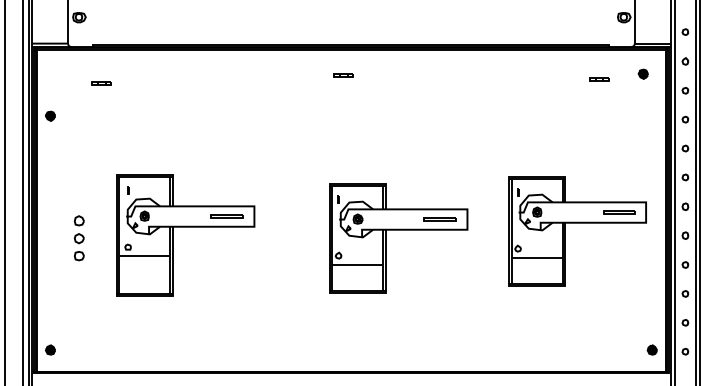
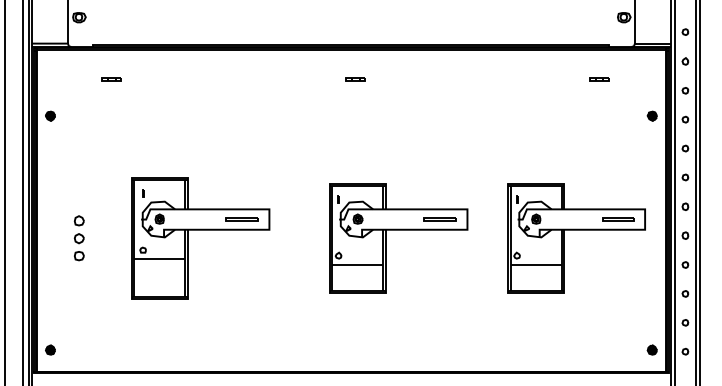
part at (642, 73) position: (642, 73) -> (651, 115)
line at (343, 74) position: (343, 74) -> (355, 78)
line at (101, 82) position: (101, 82) -> (111, 78)
part at (577, 223) position: (577, 223) -> (576, 230)
part at (185, 227) position: (185, 227) -> (200, 230)
